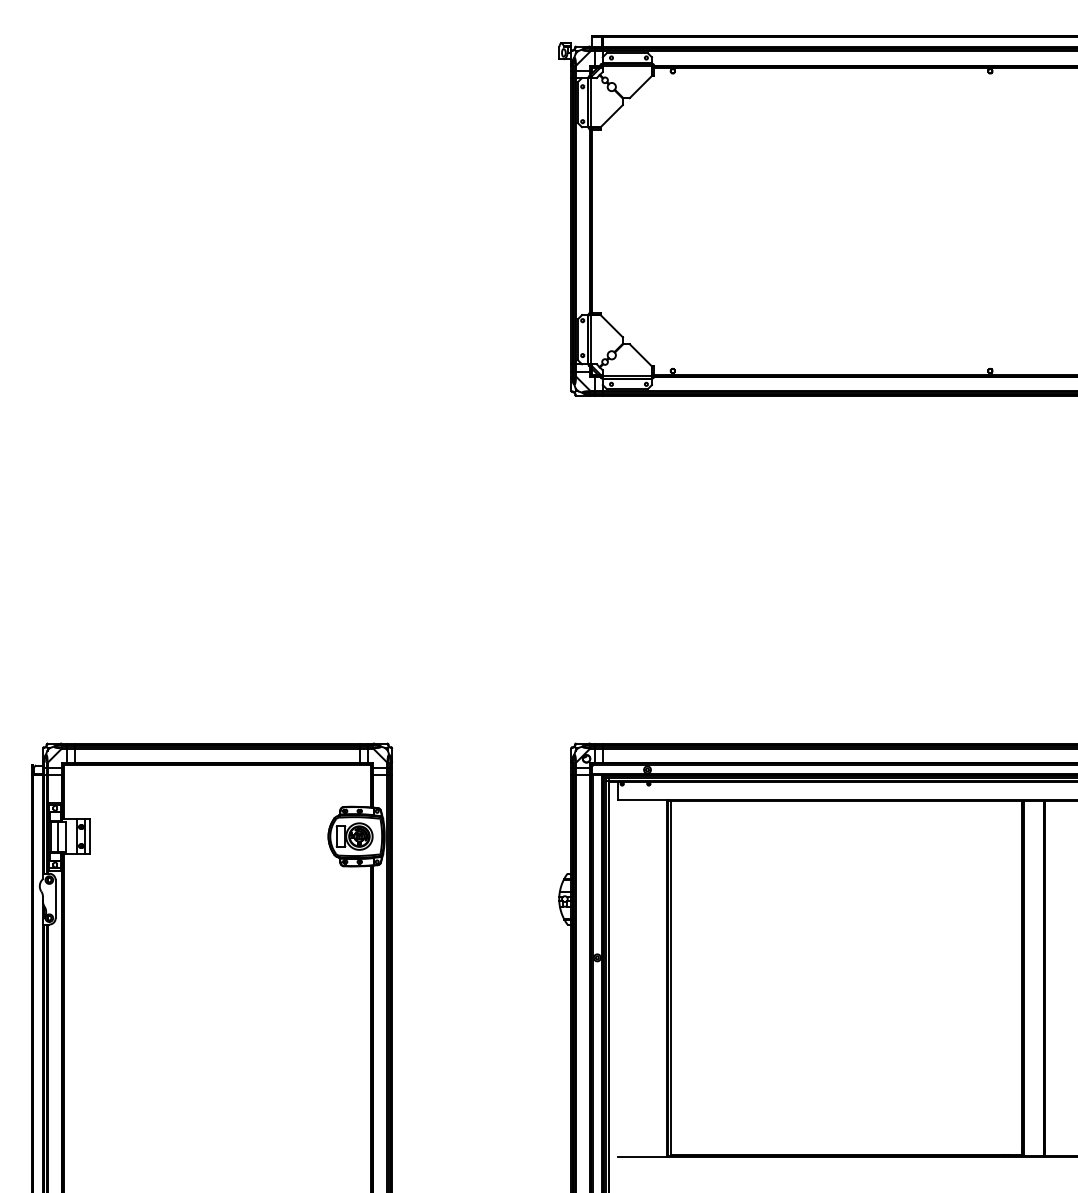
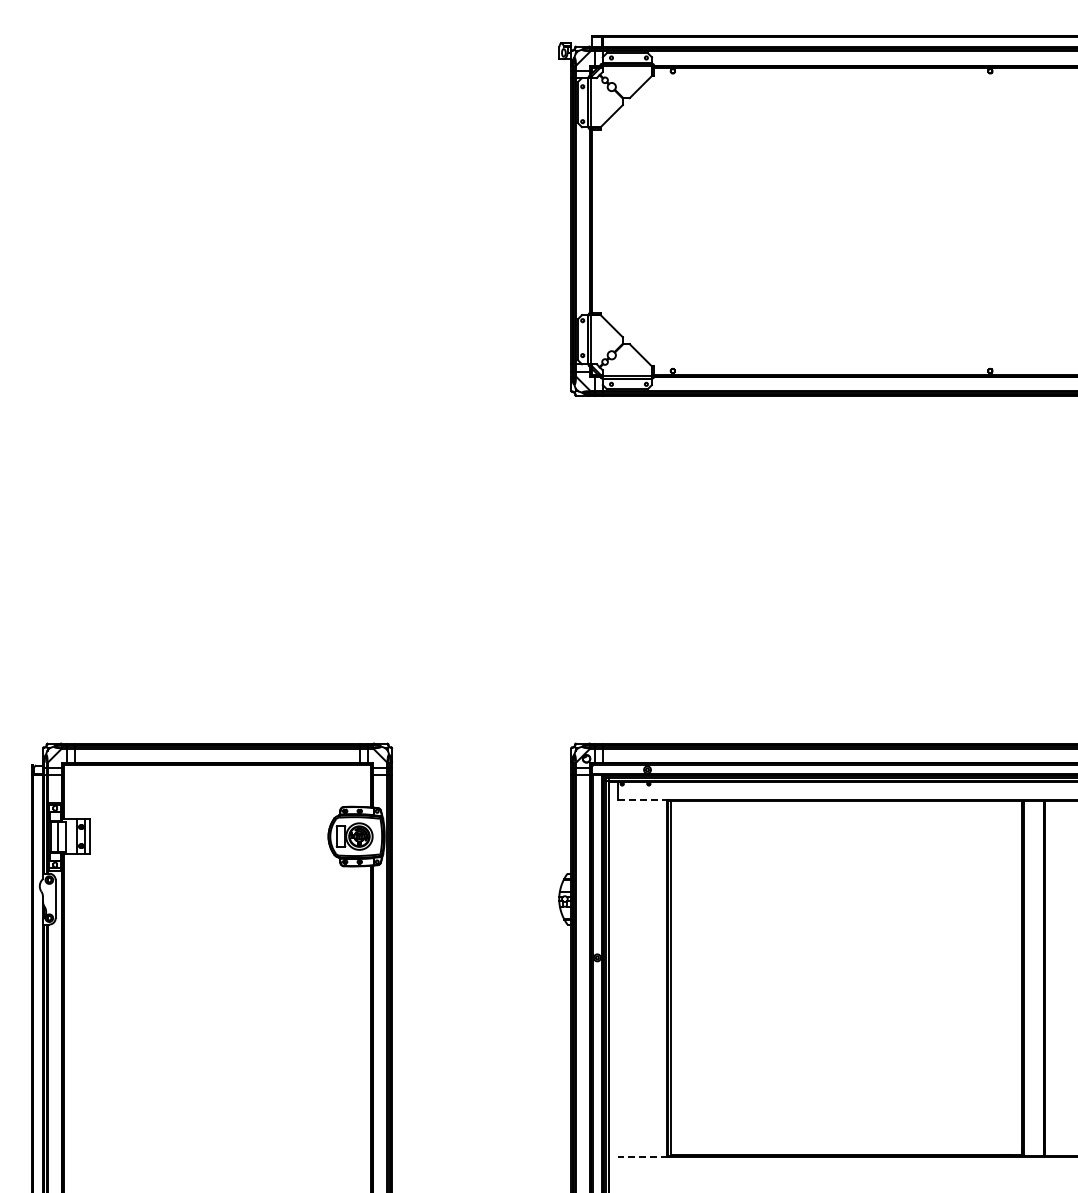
line at (643, 799): solid -> dashed
line at (643, 1157): solid -> dashed
